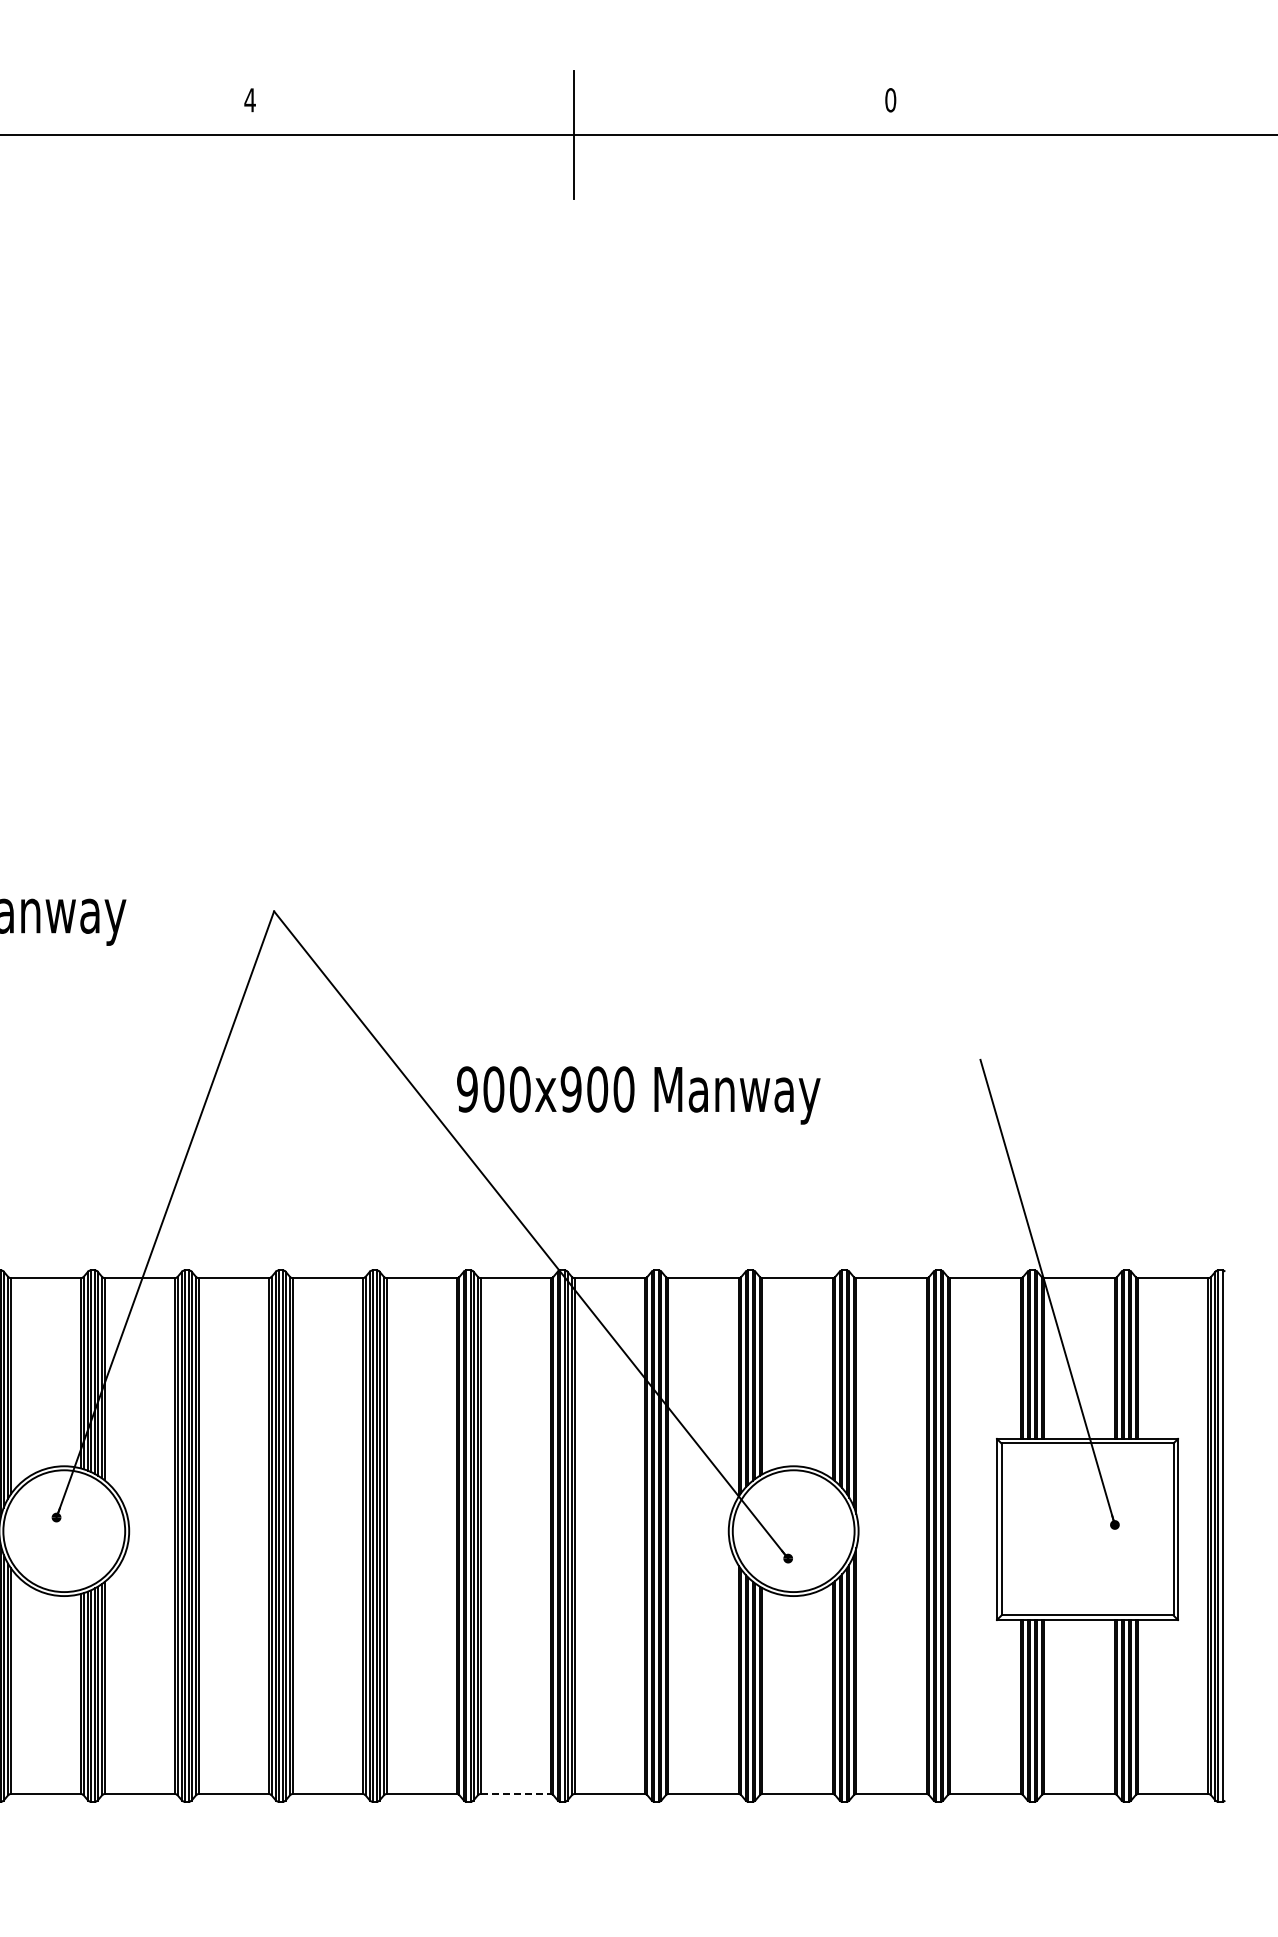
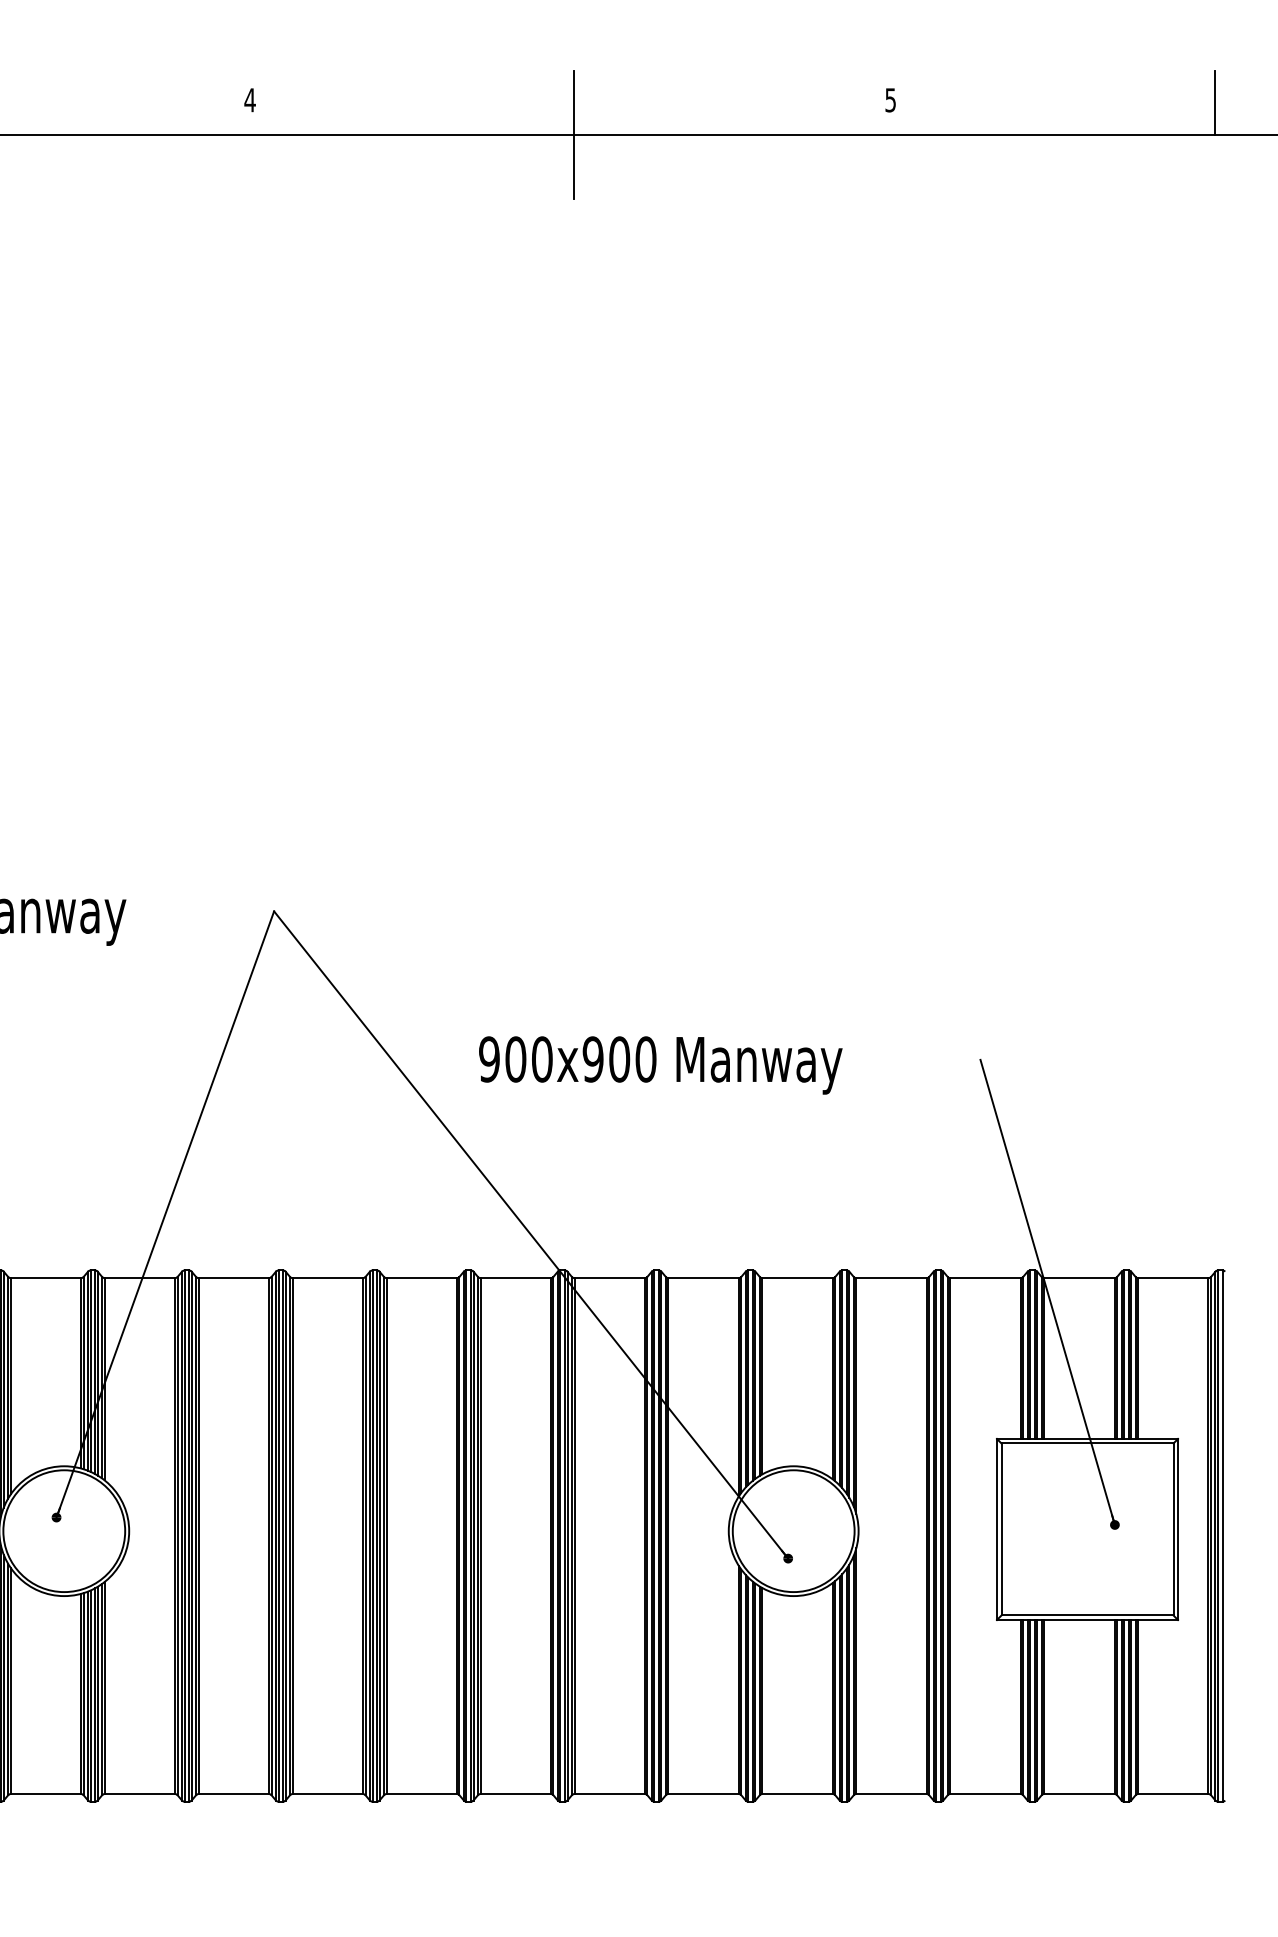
text at (890, 100): 0 -> 5
line at (1214, 103): none -> present
text at (638, 1095) position: (638, 1095) -> (660, 1065)
line at (516, 1794): dashed -> solid
